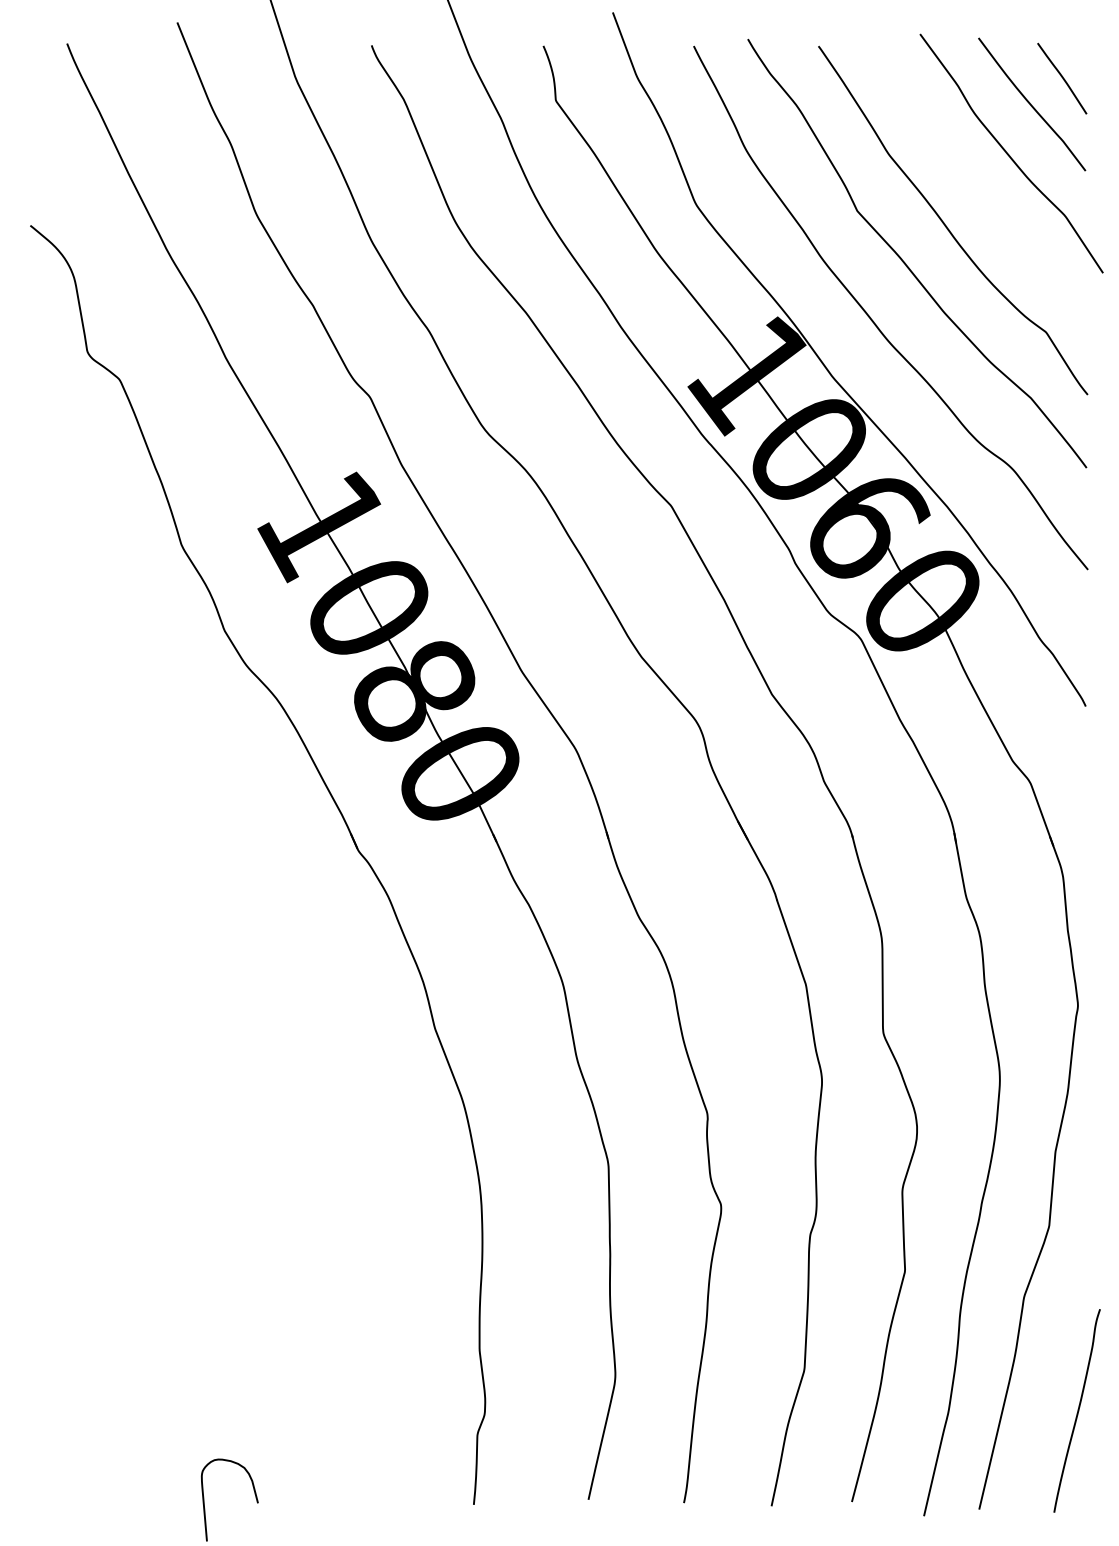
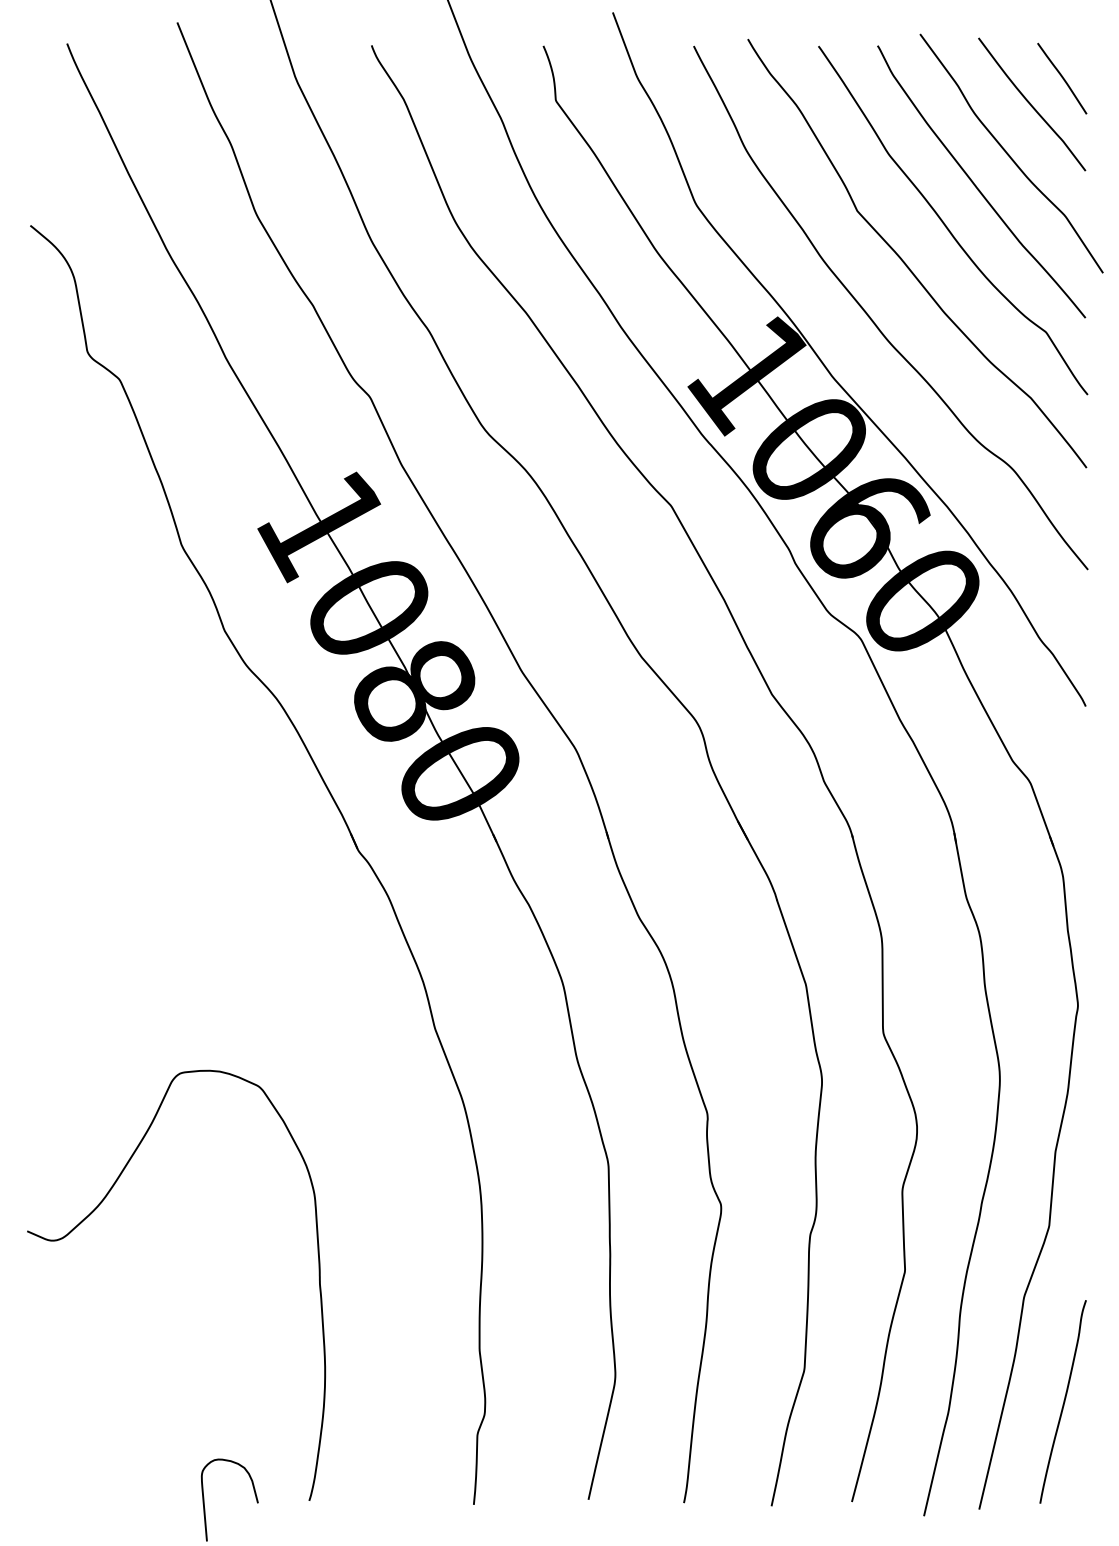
curve at (976, 185): none -> present
curve at (98, 1207): none -> present
curve at (1077, 1410) position: (1077, 1410) -> (1063, 1401)
